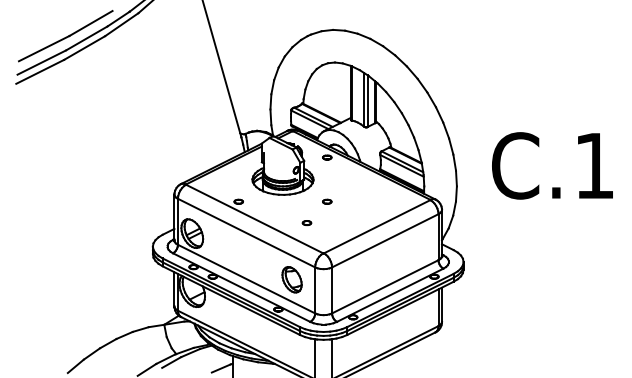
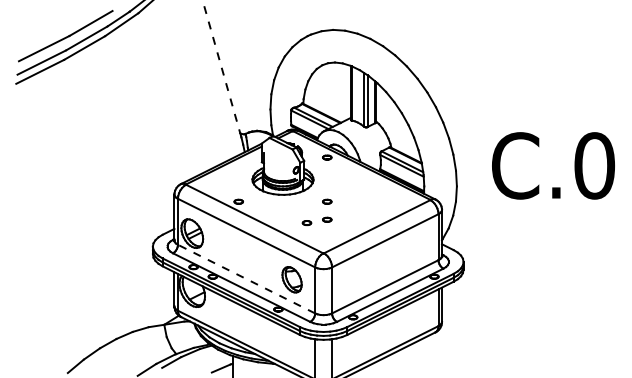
line at (222, 68): solid -> dashed
text at (594, 165): C.1 -> C.0
part at (327, 219): none -> present
line at (246, 279): solid -> dashed
